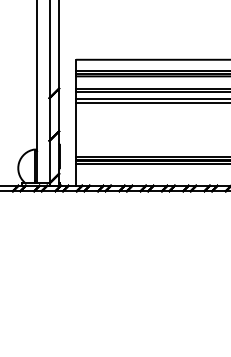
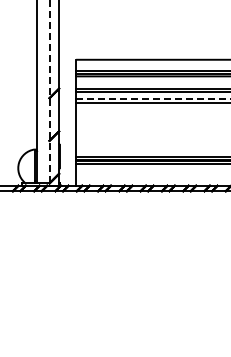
line at (49, 93): solid -> dashed
line at (153, 98): solid -> dashed
